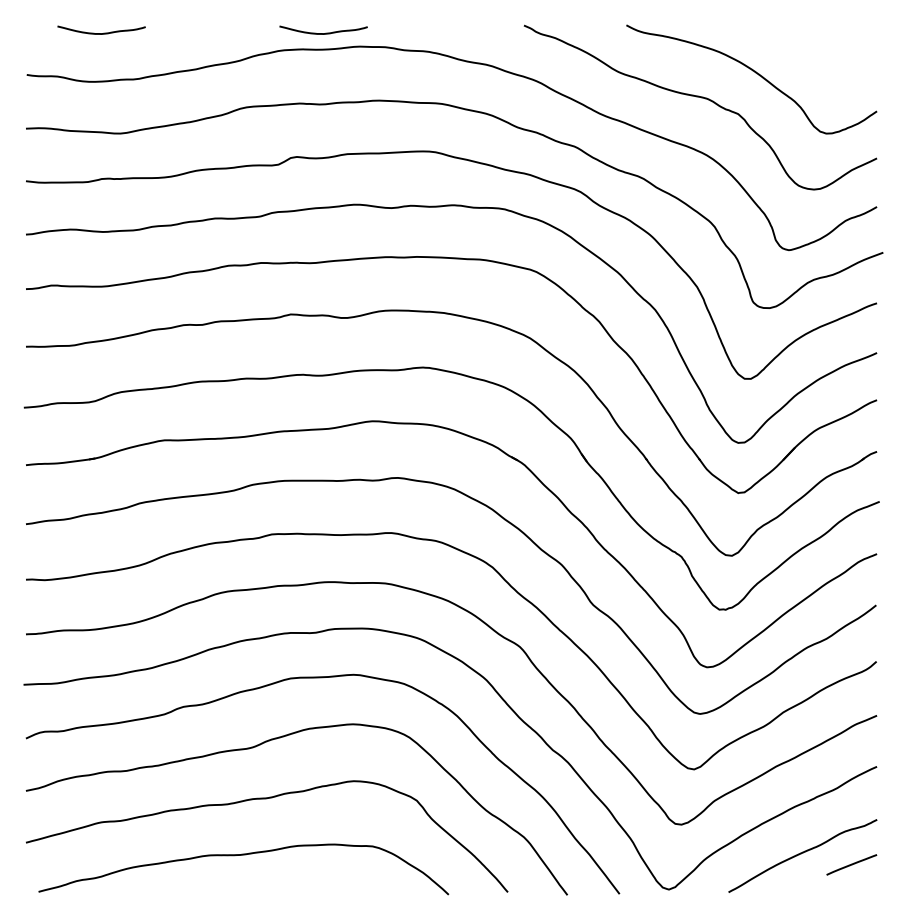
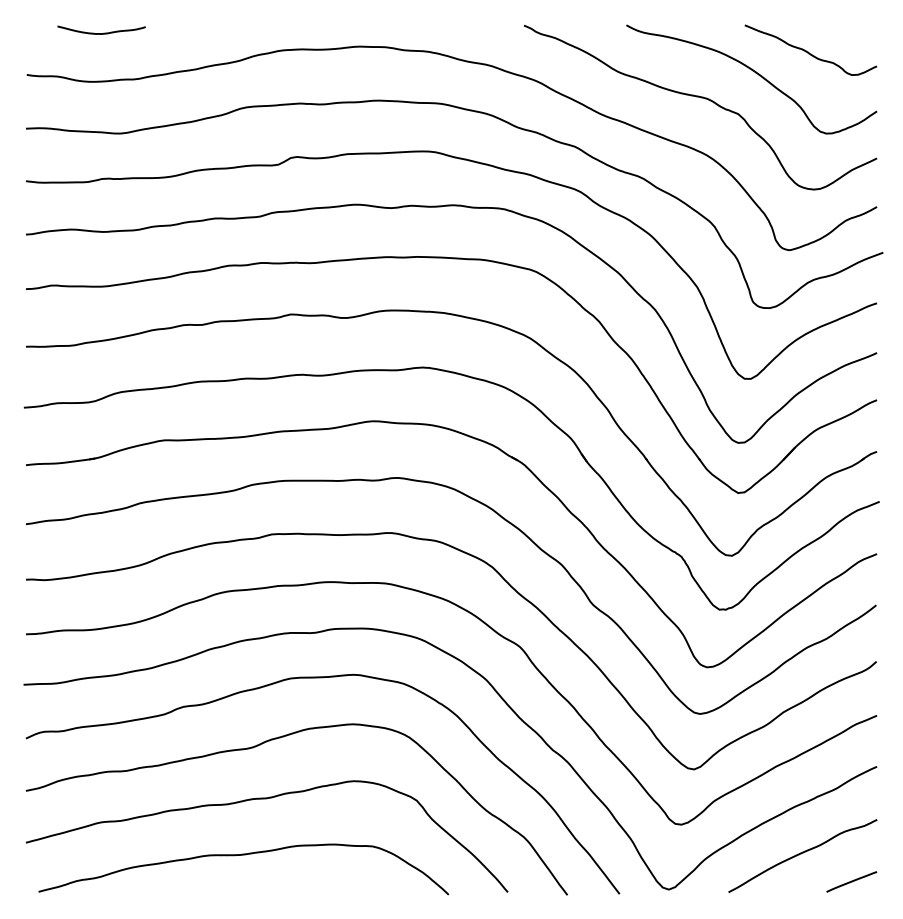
curve at (325, 32): present -> none
curve at (808, 51): none -> present
line at (851, 864) position: (851, 864) -> (851, 881)
